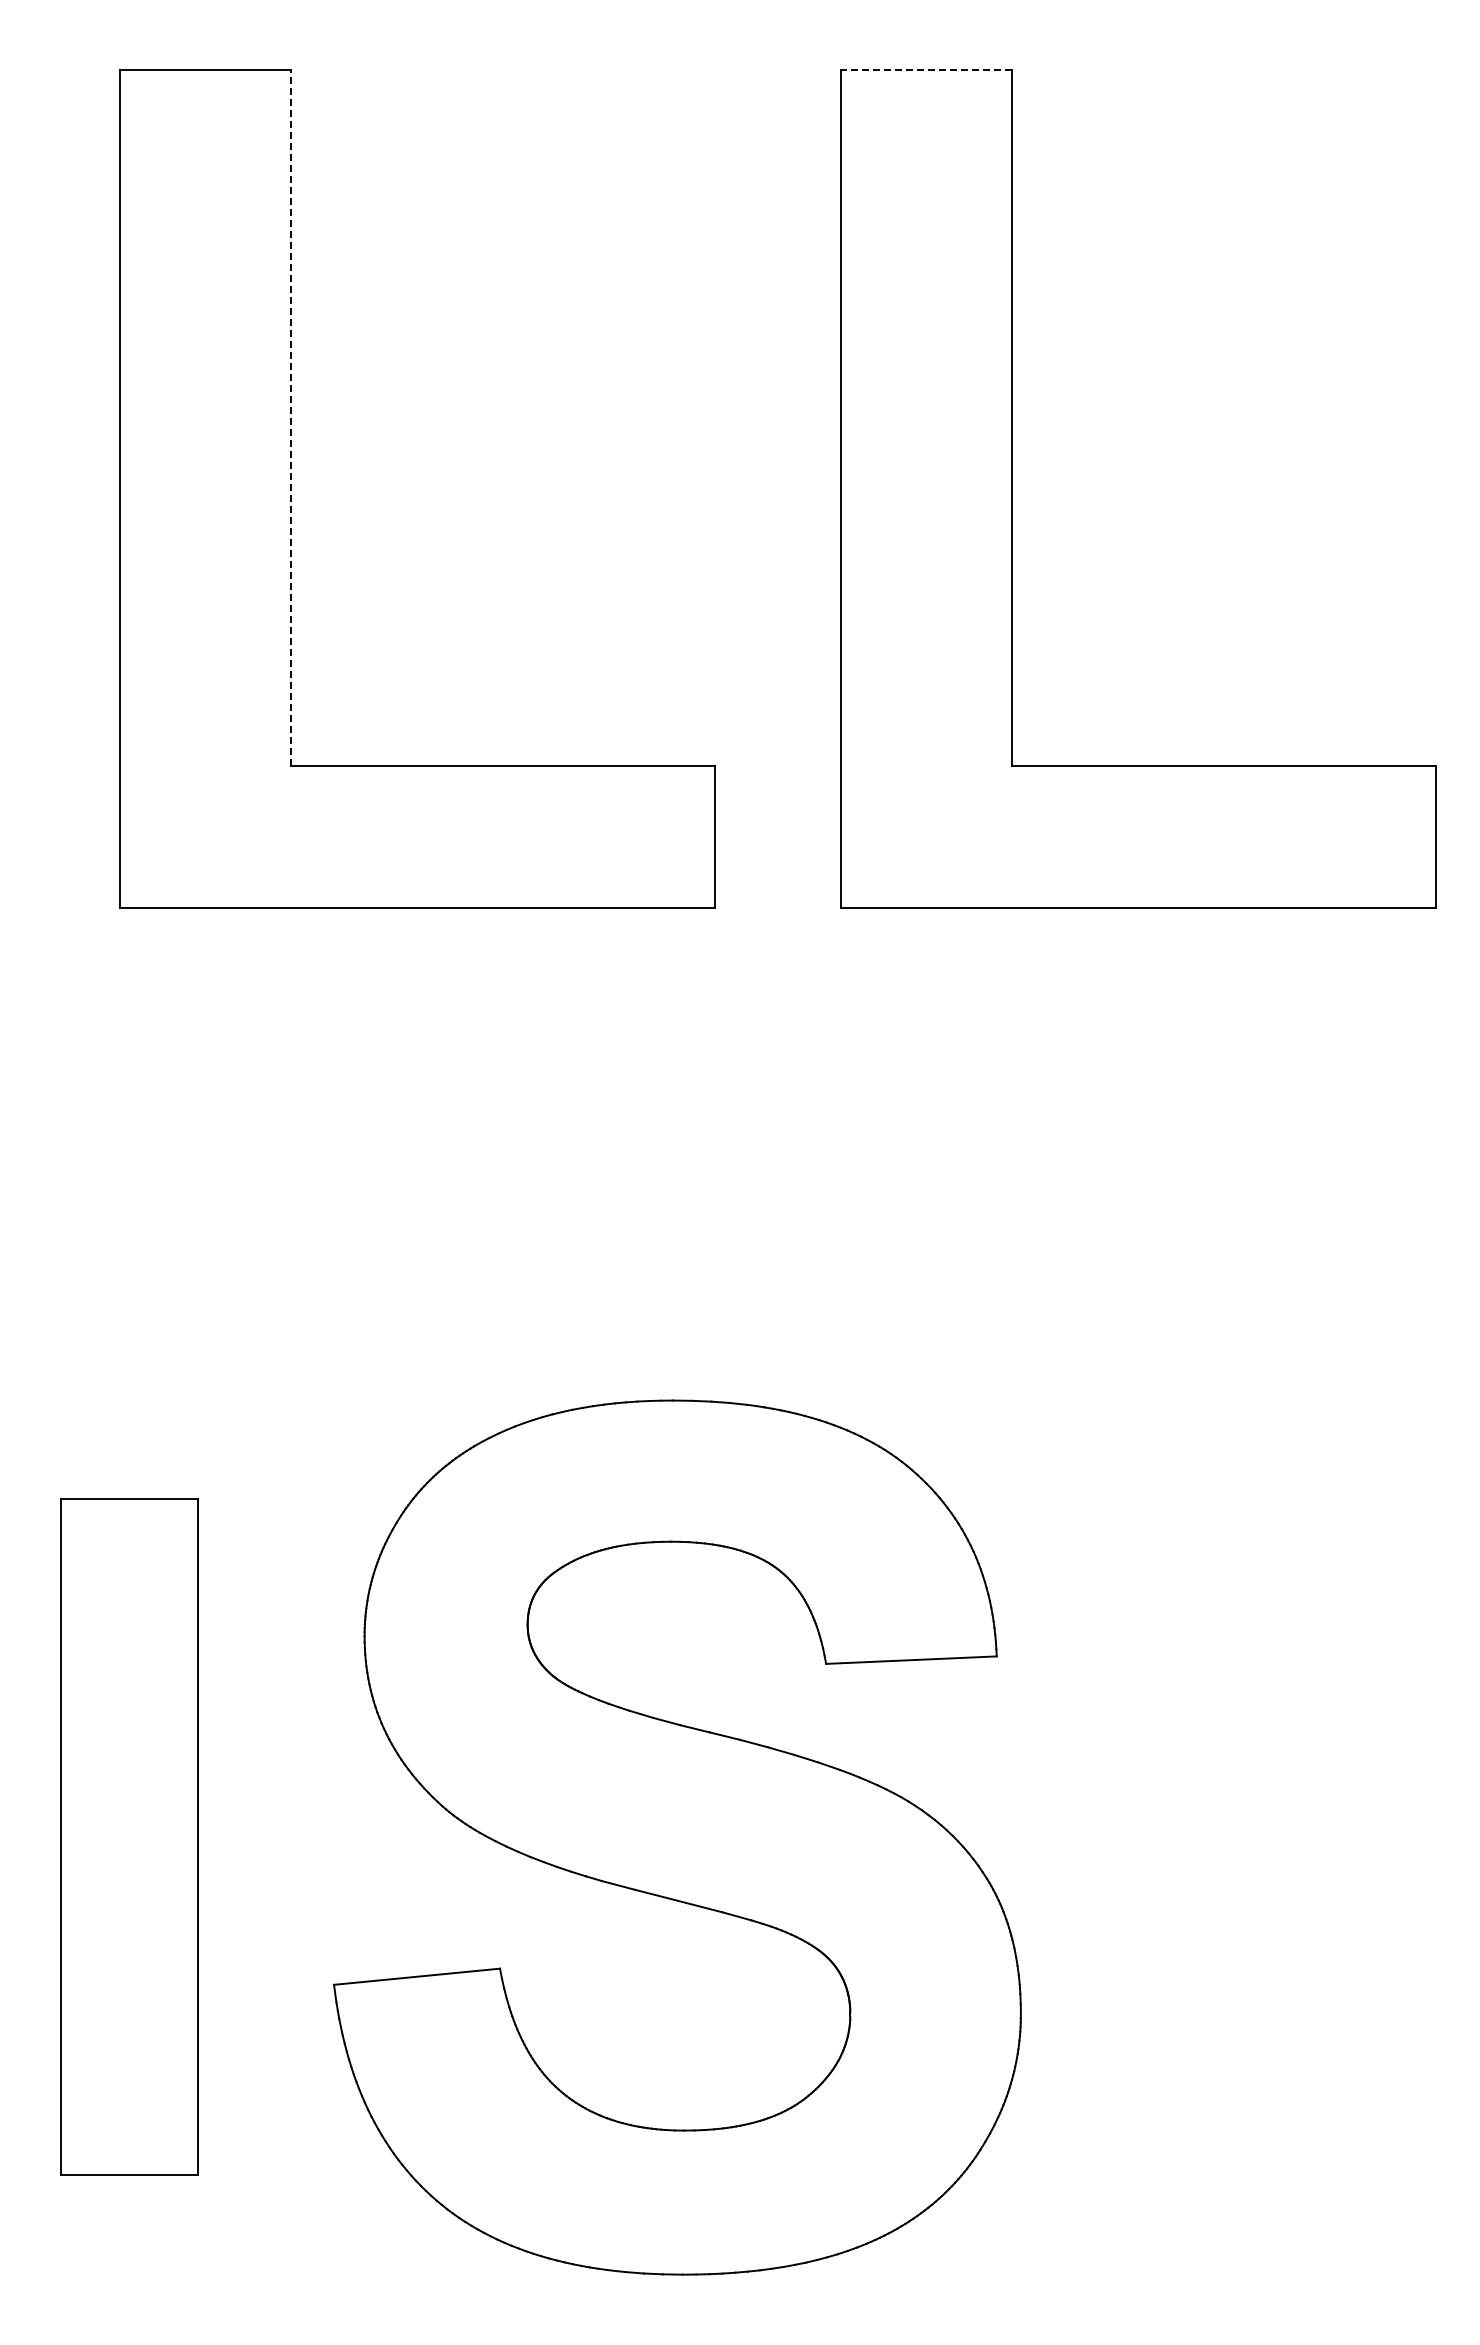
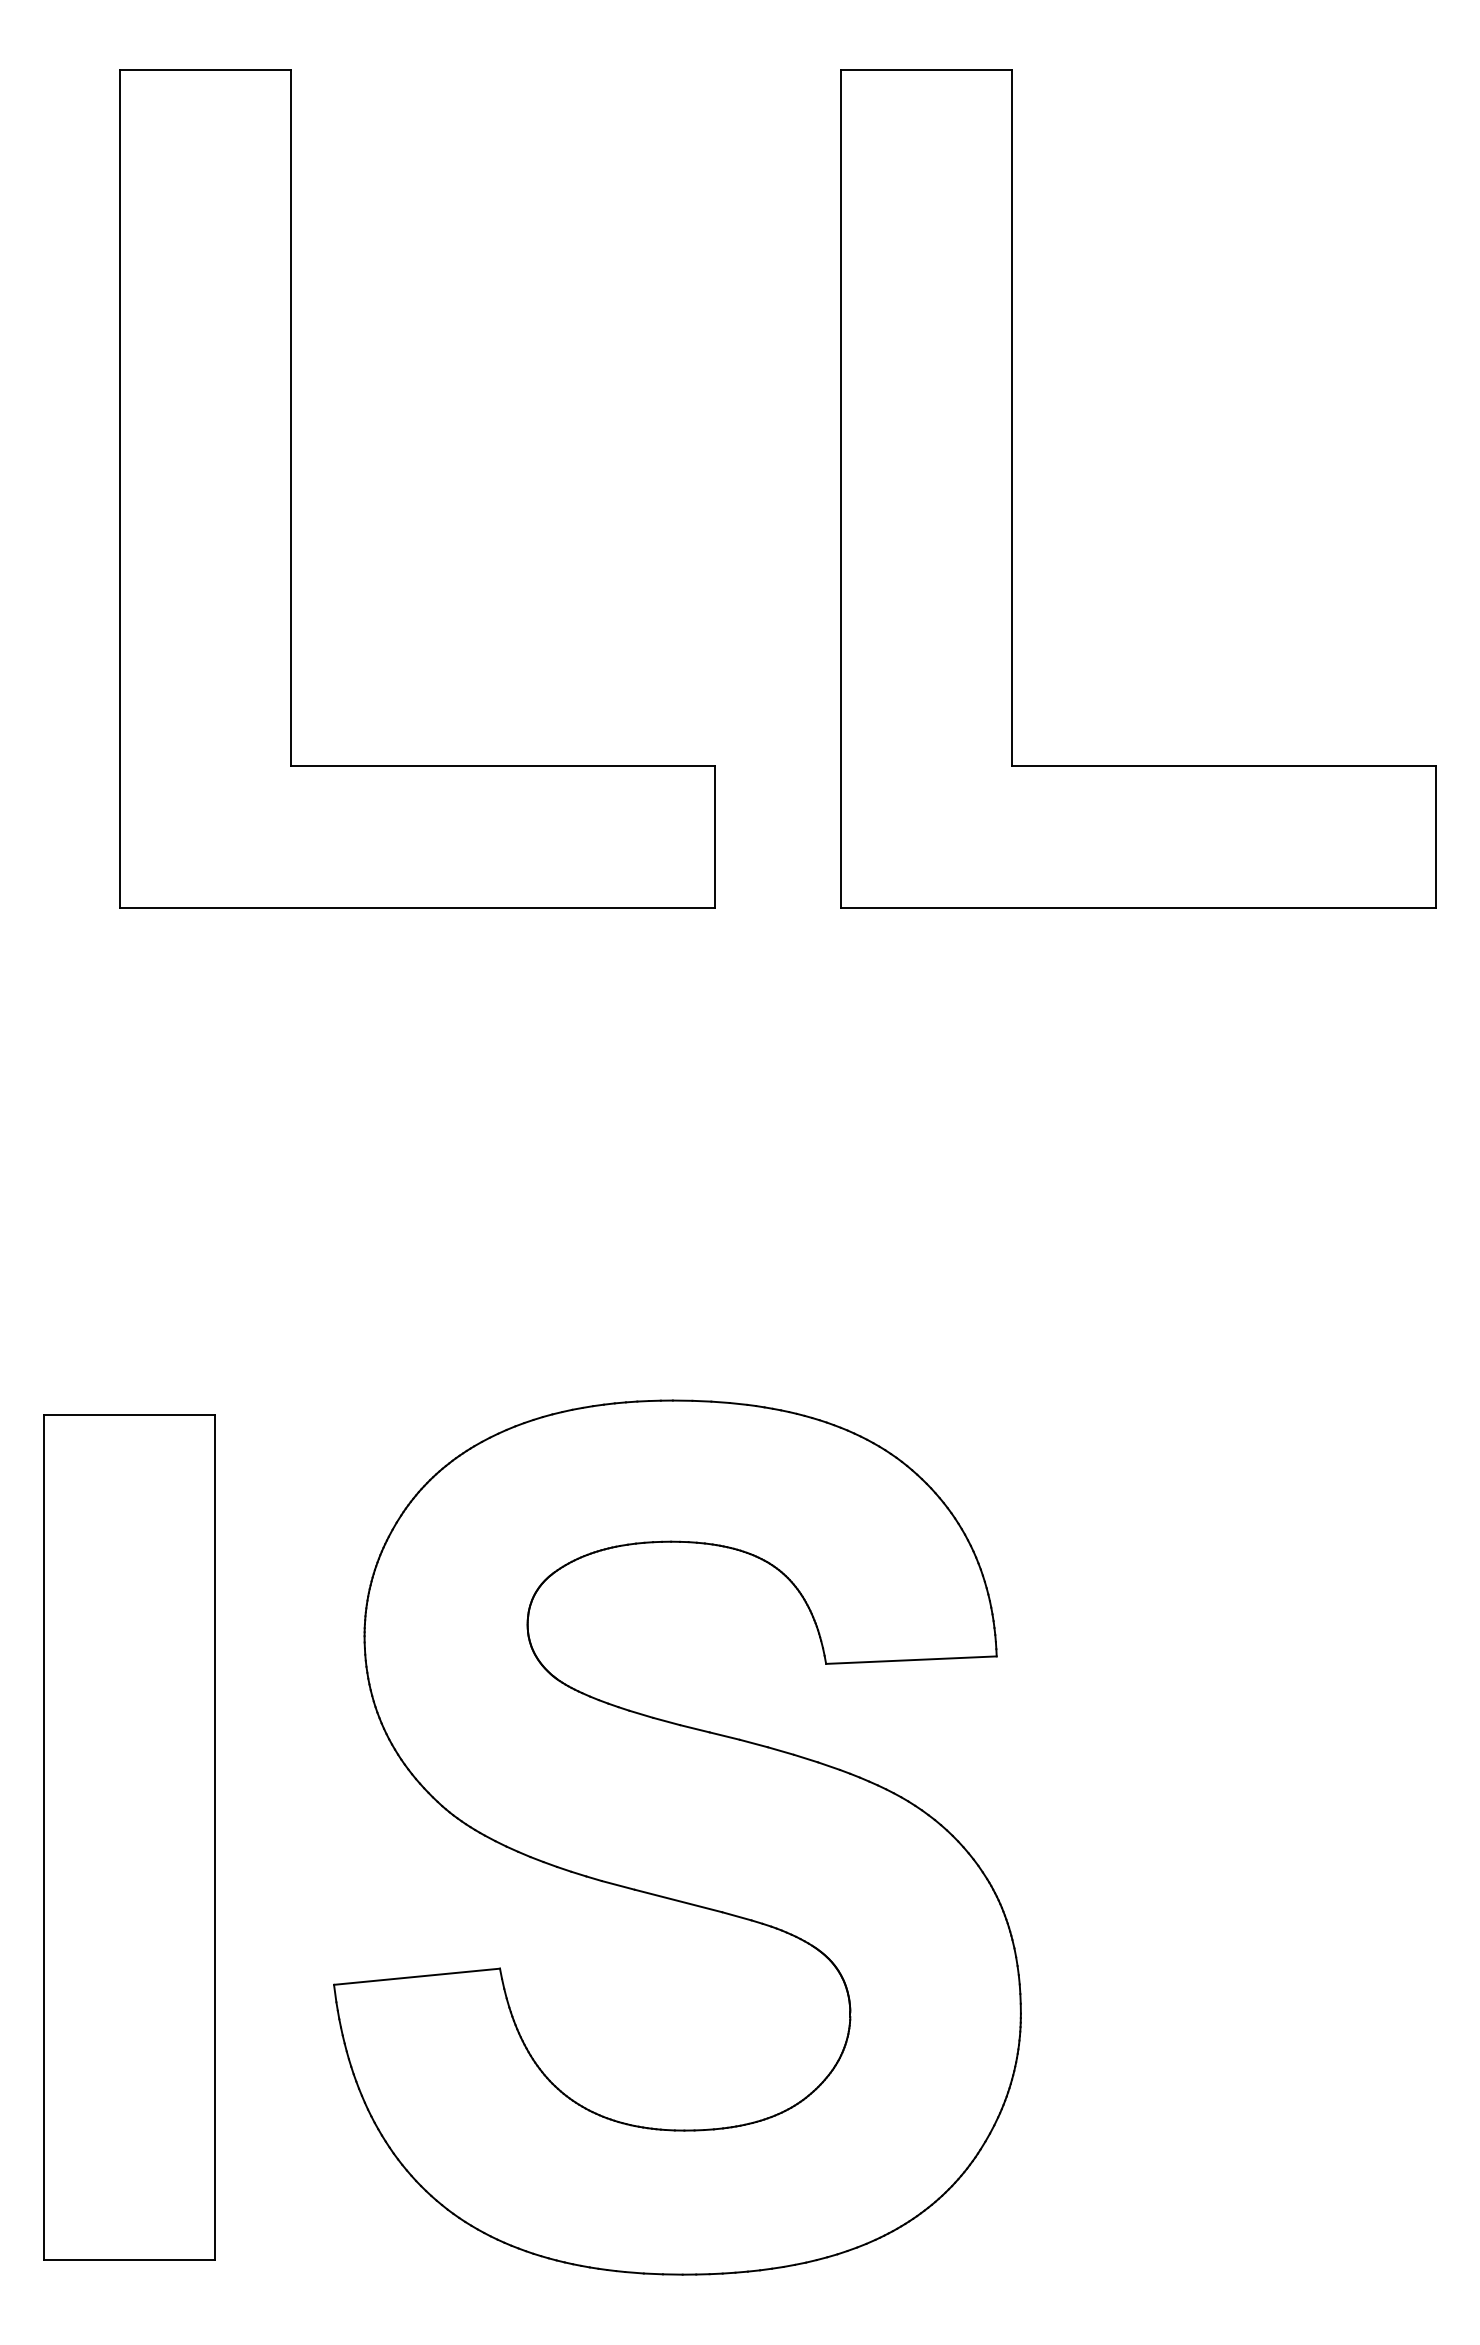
line at (925, 70): dashed -> solid
line at (290, 418): dashed -> solid
part at (129, 1836) size: 139x678 px -> 173x847 px
